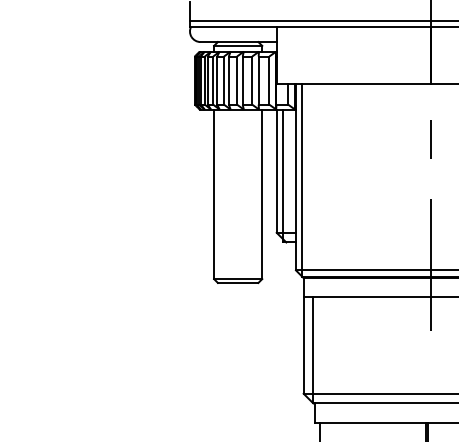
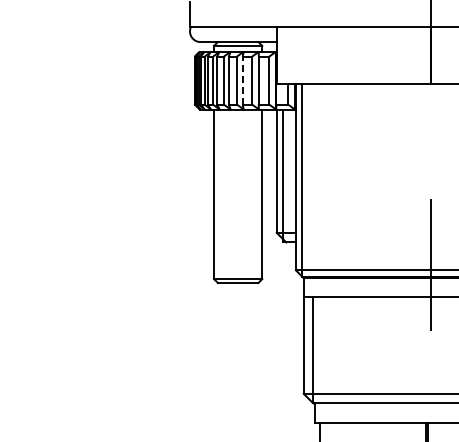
line at (322, 20): present -> none
line at (242, 80): solid -> dashed
line at (430, 139): present -> none
